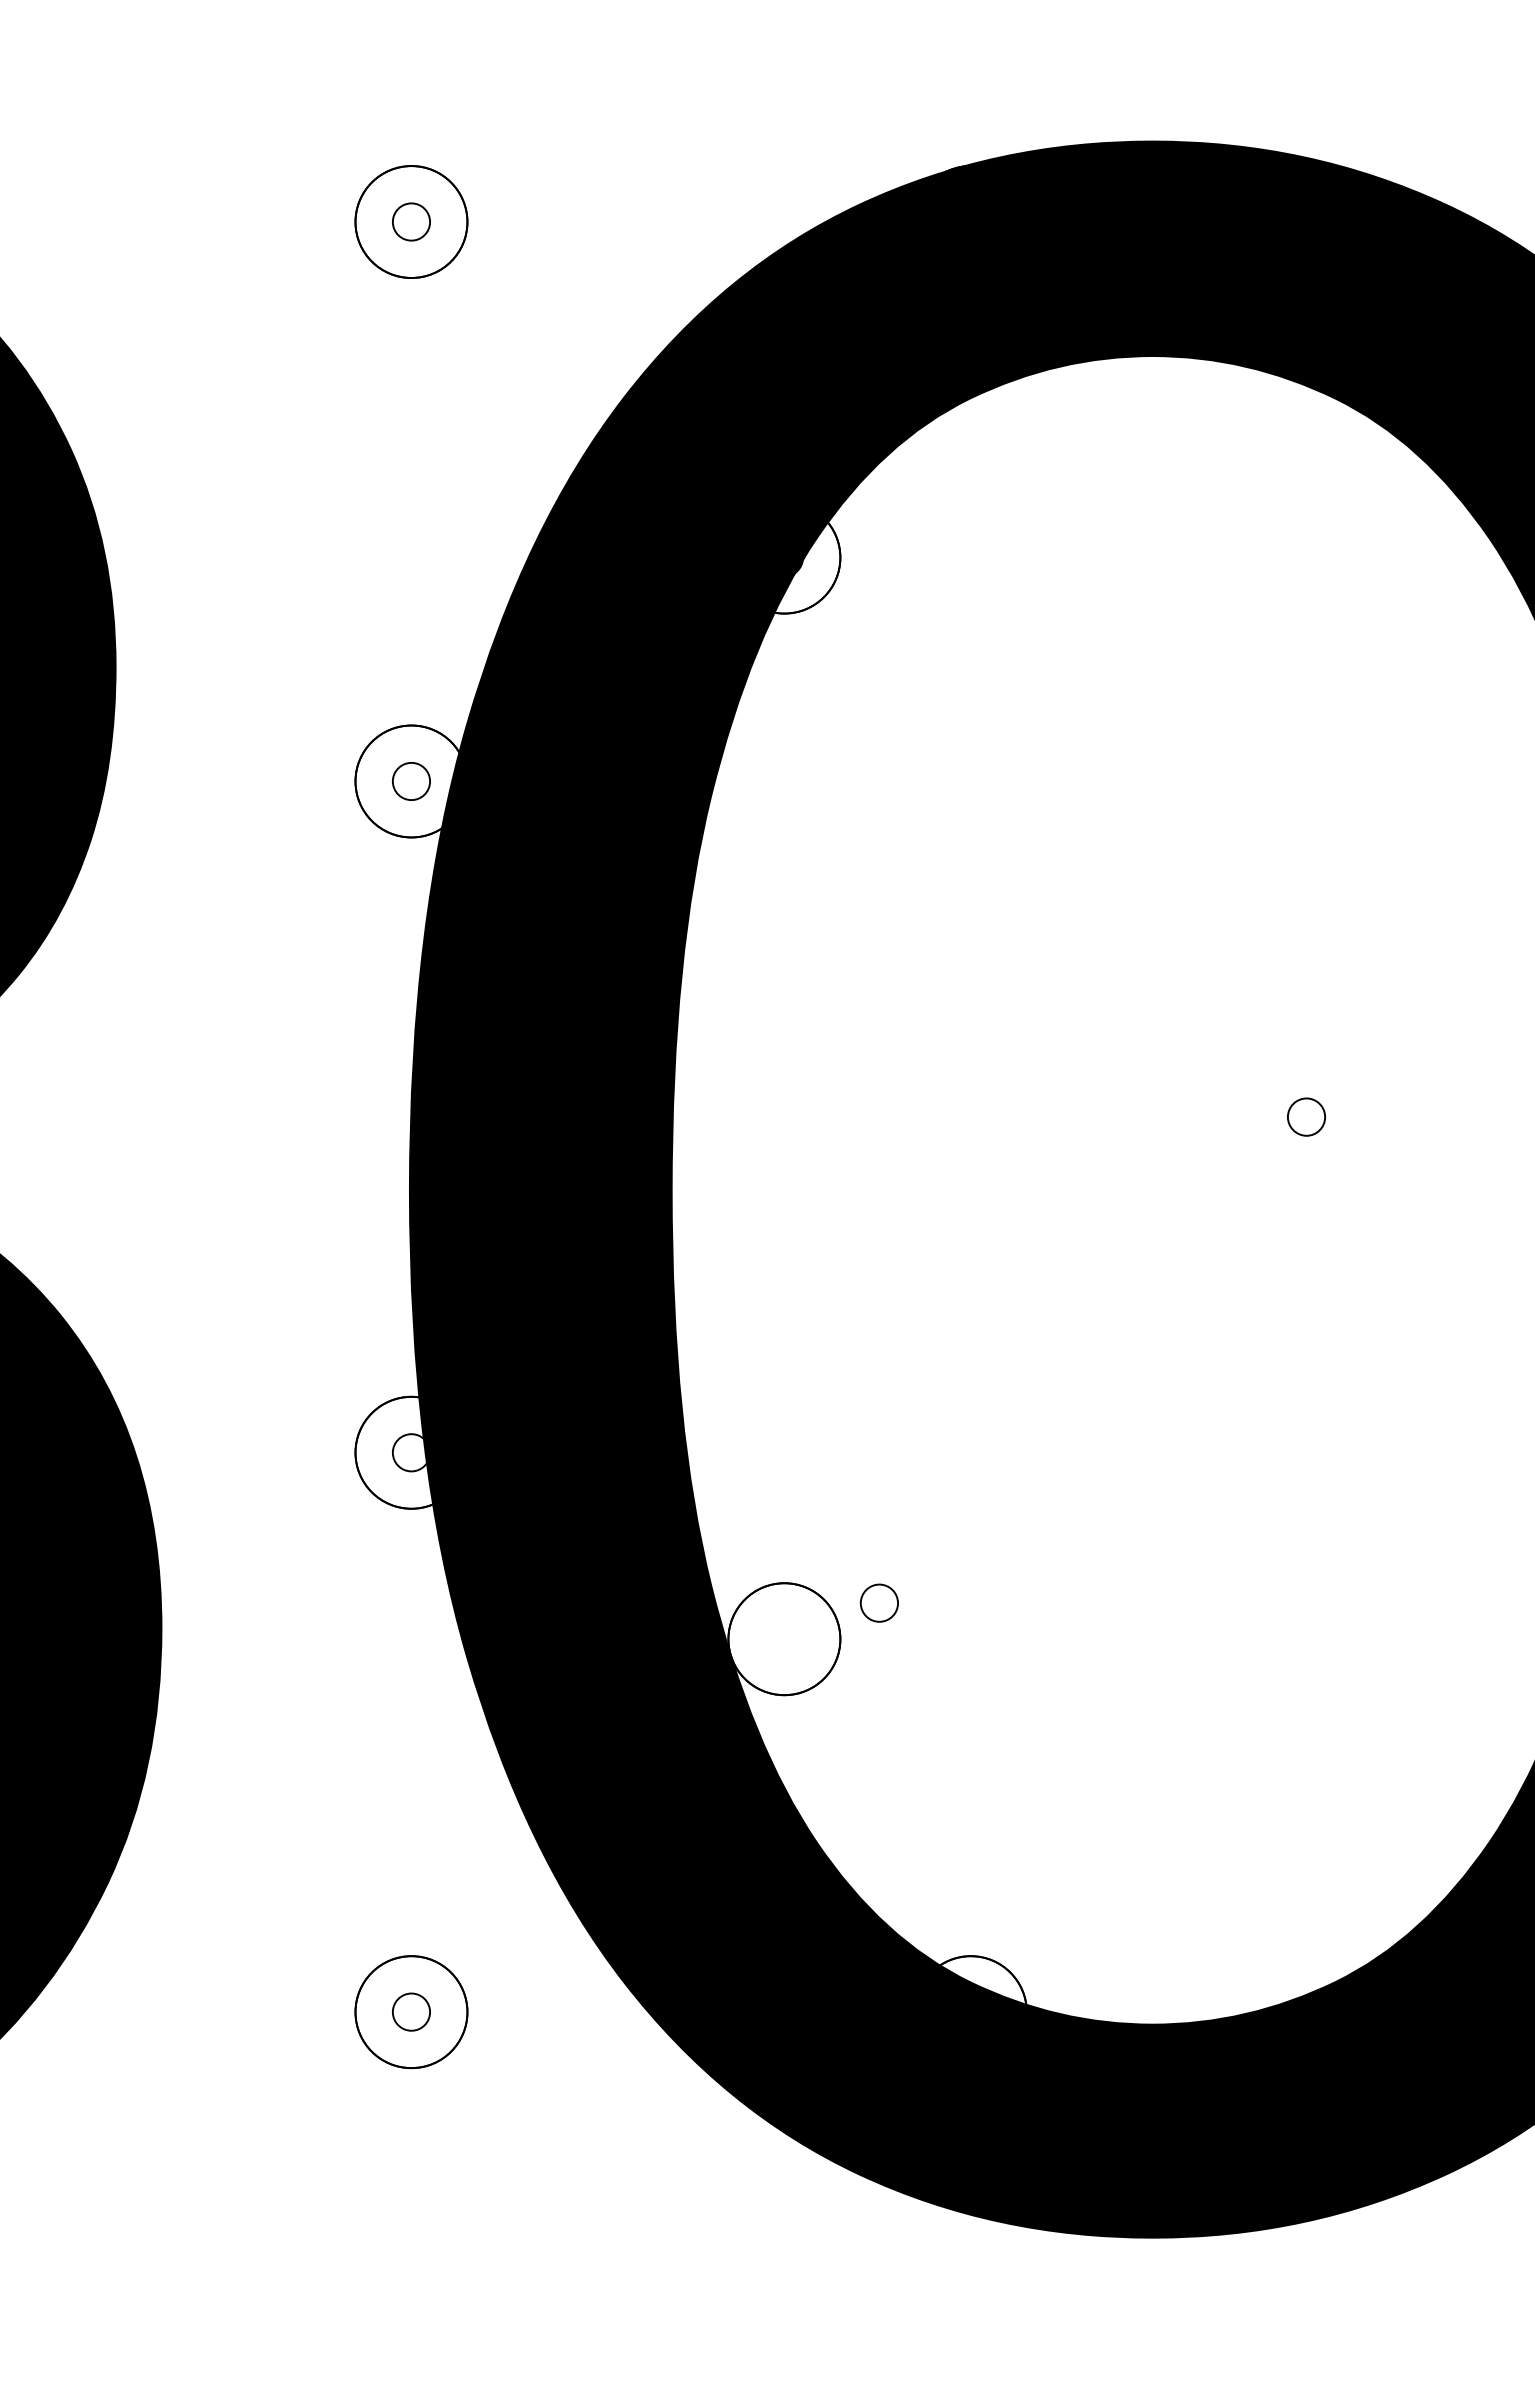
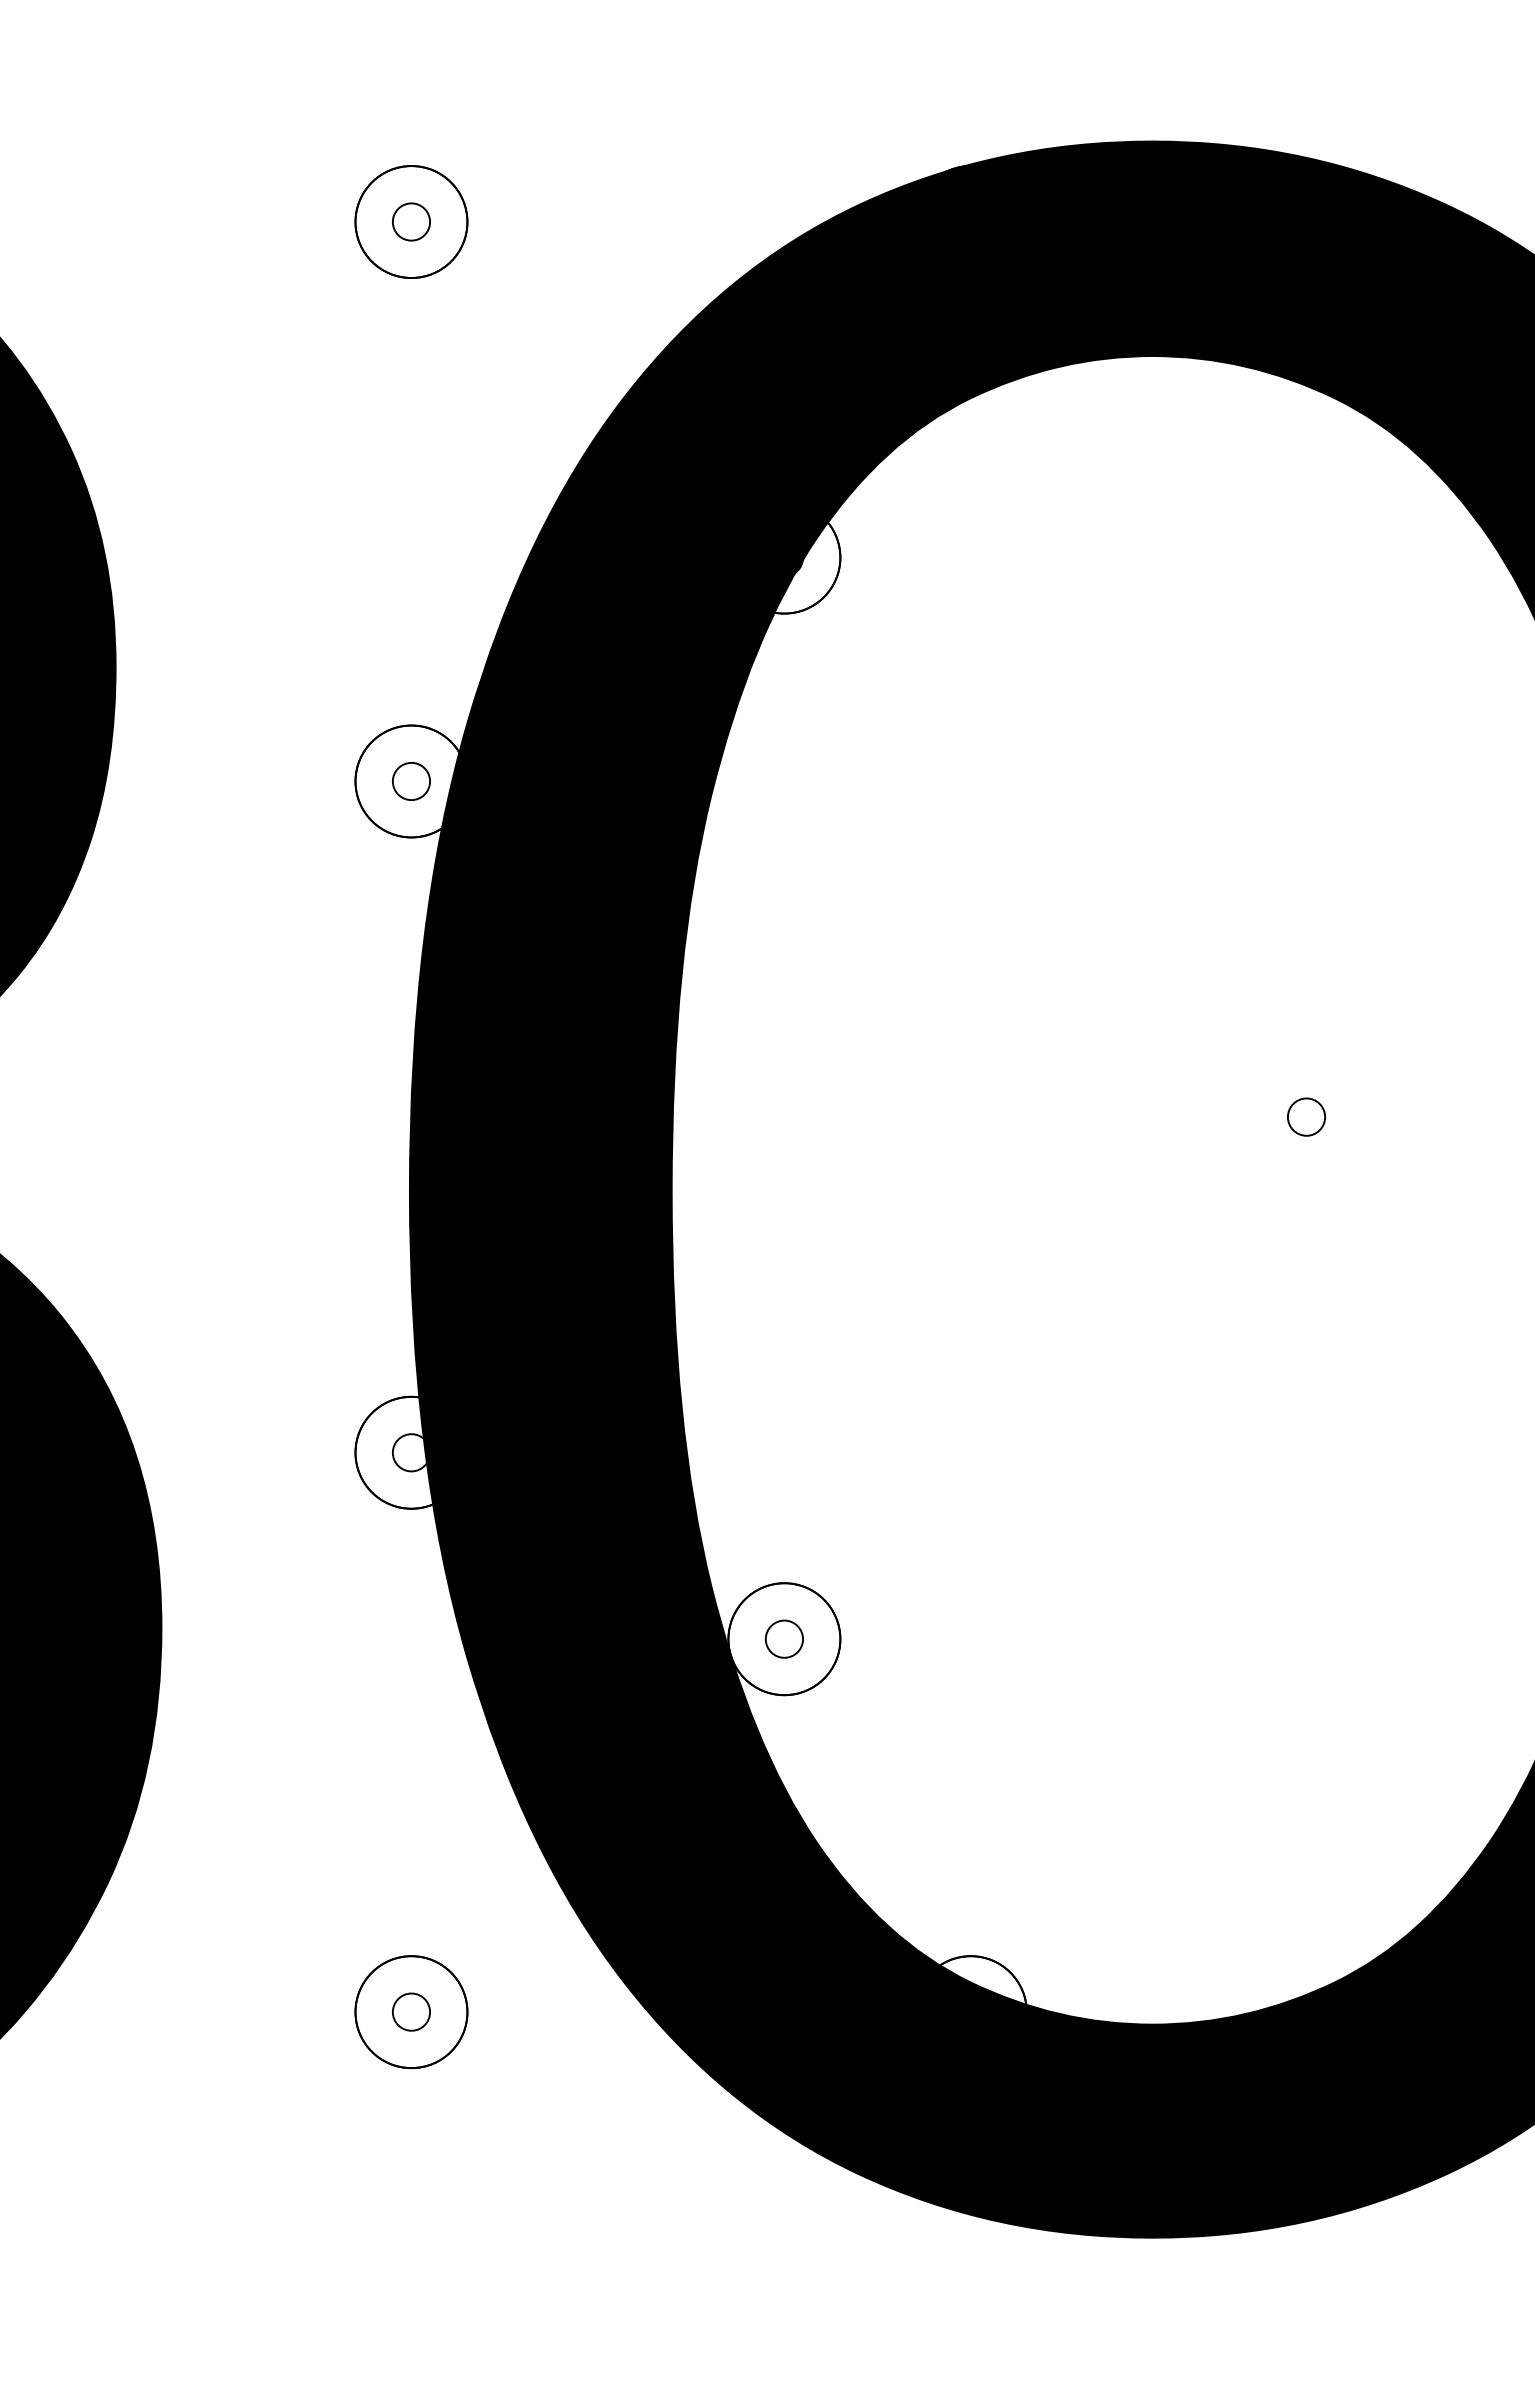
part at (878, 1602) position: (878, 1602) -> (783, 1638)
